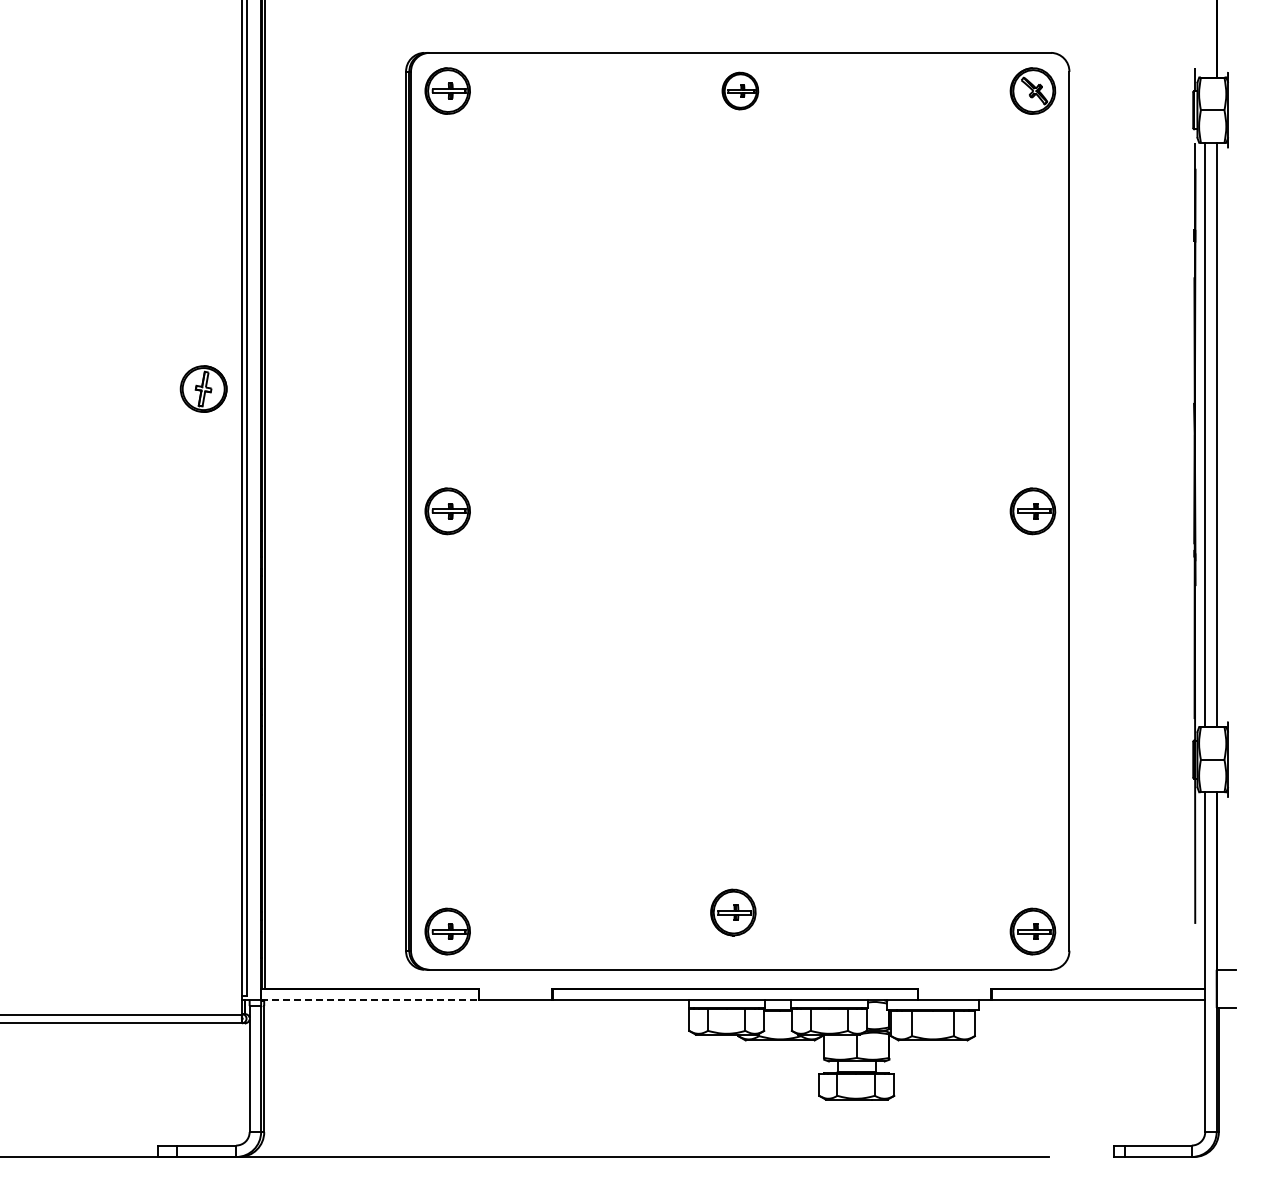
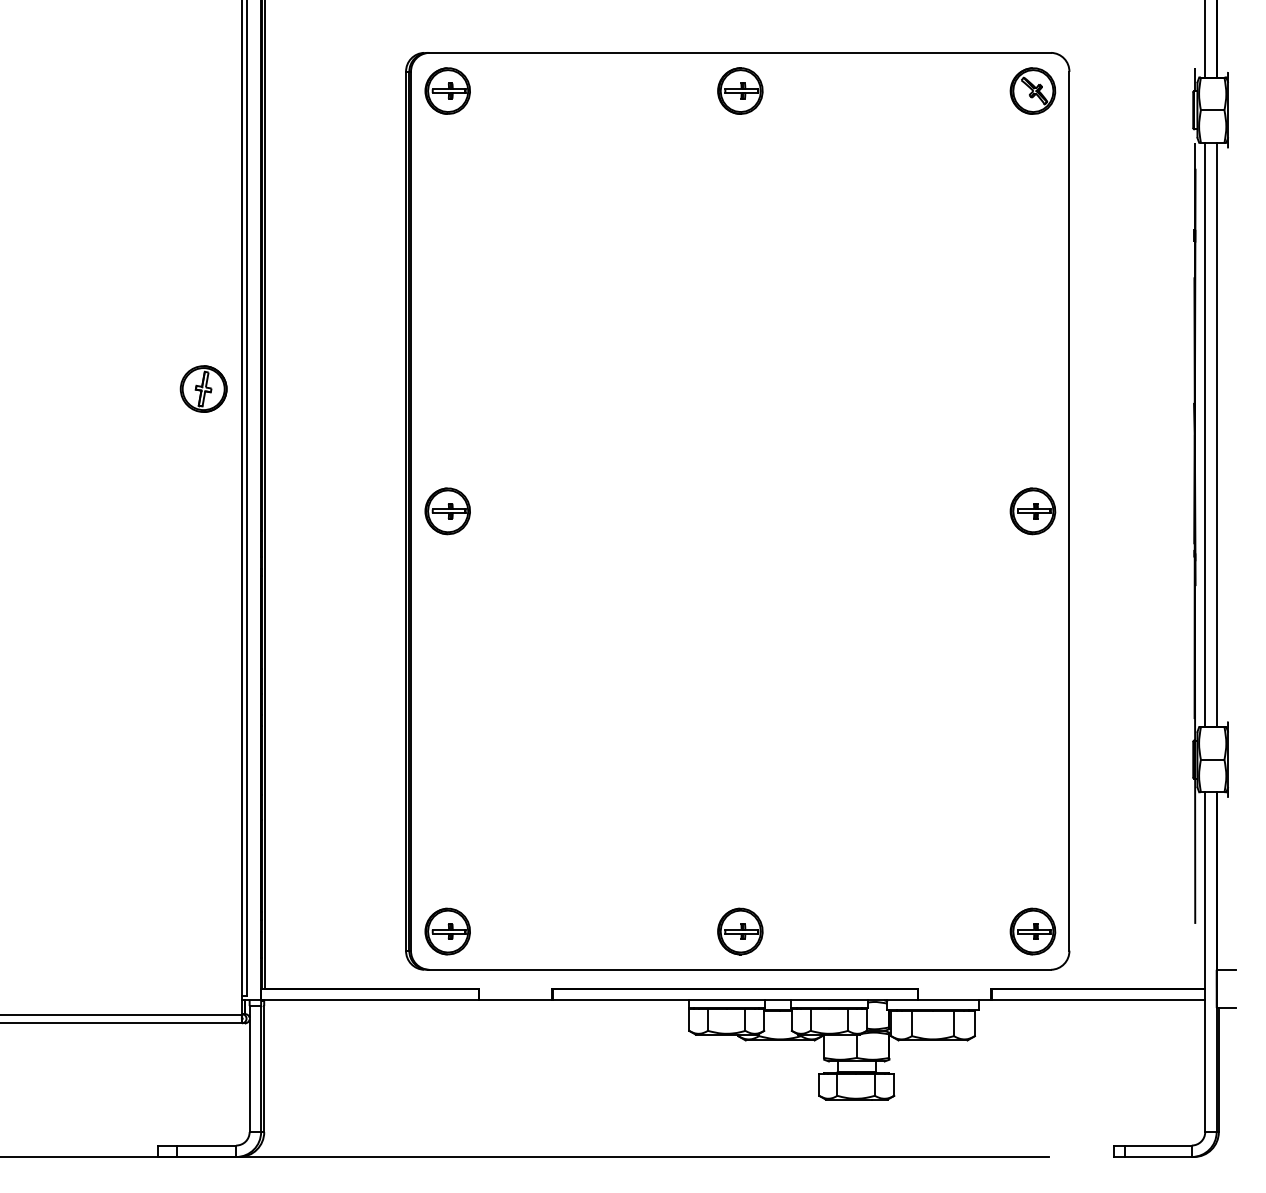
line at (1205, 39): none -> present
part at (740, 90) size: 39x40 px -> 47x48 px
part at (733, 912) position: (733, 912) -> (740, 931)
line at (369, 1000): dashed -> solid
